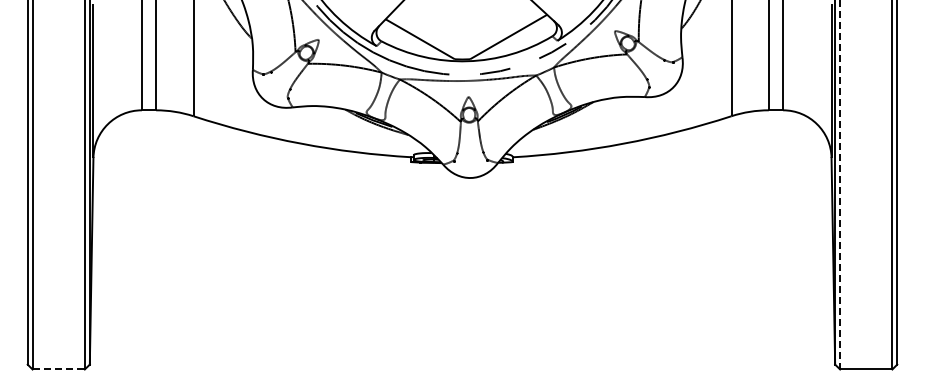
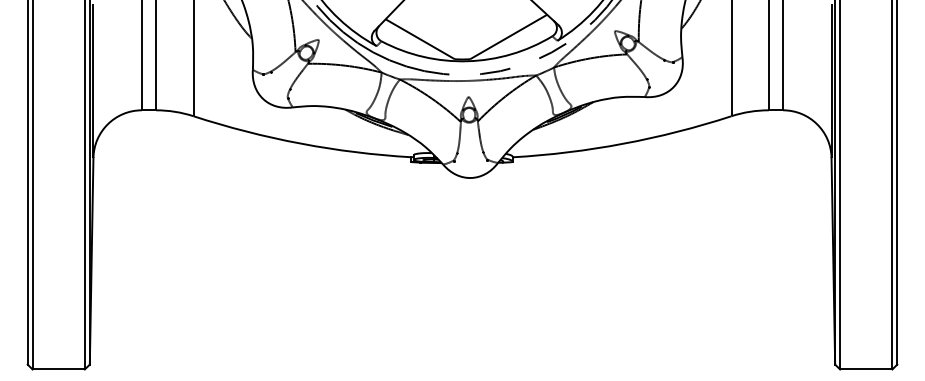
line at (840, 185): dashed -> solid
line at (59, 369): dashed -> solid
